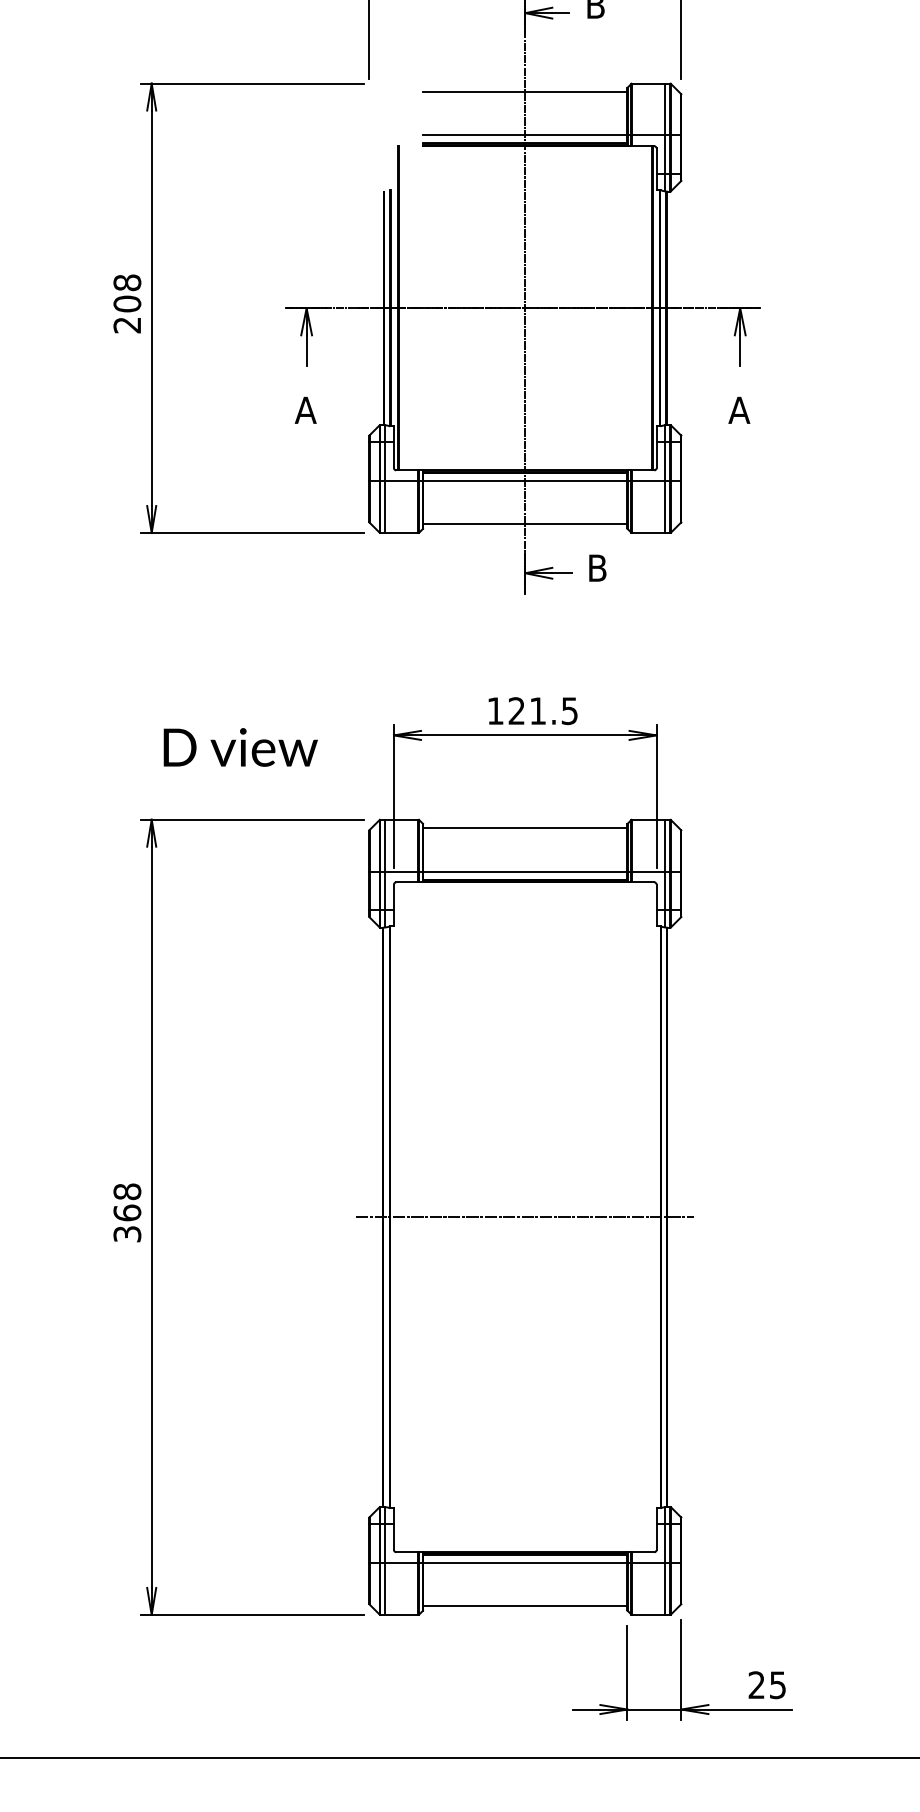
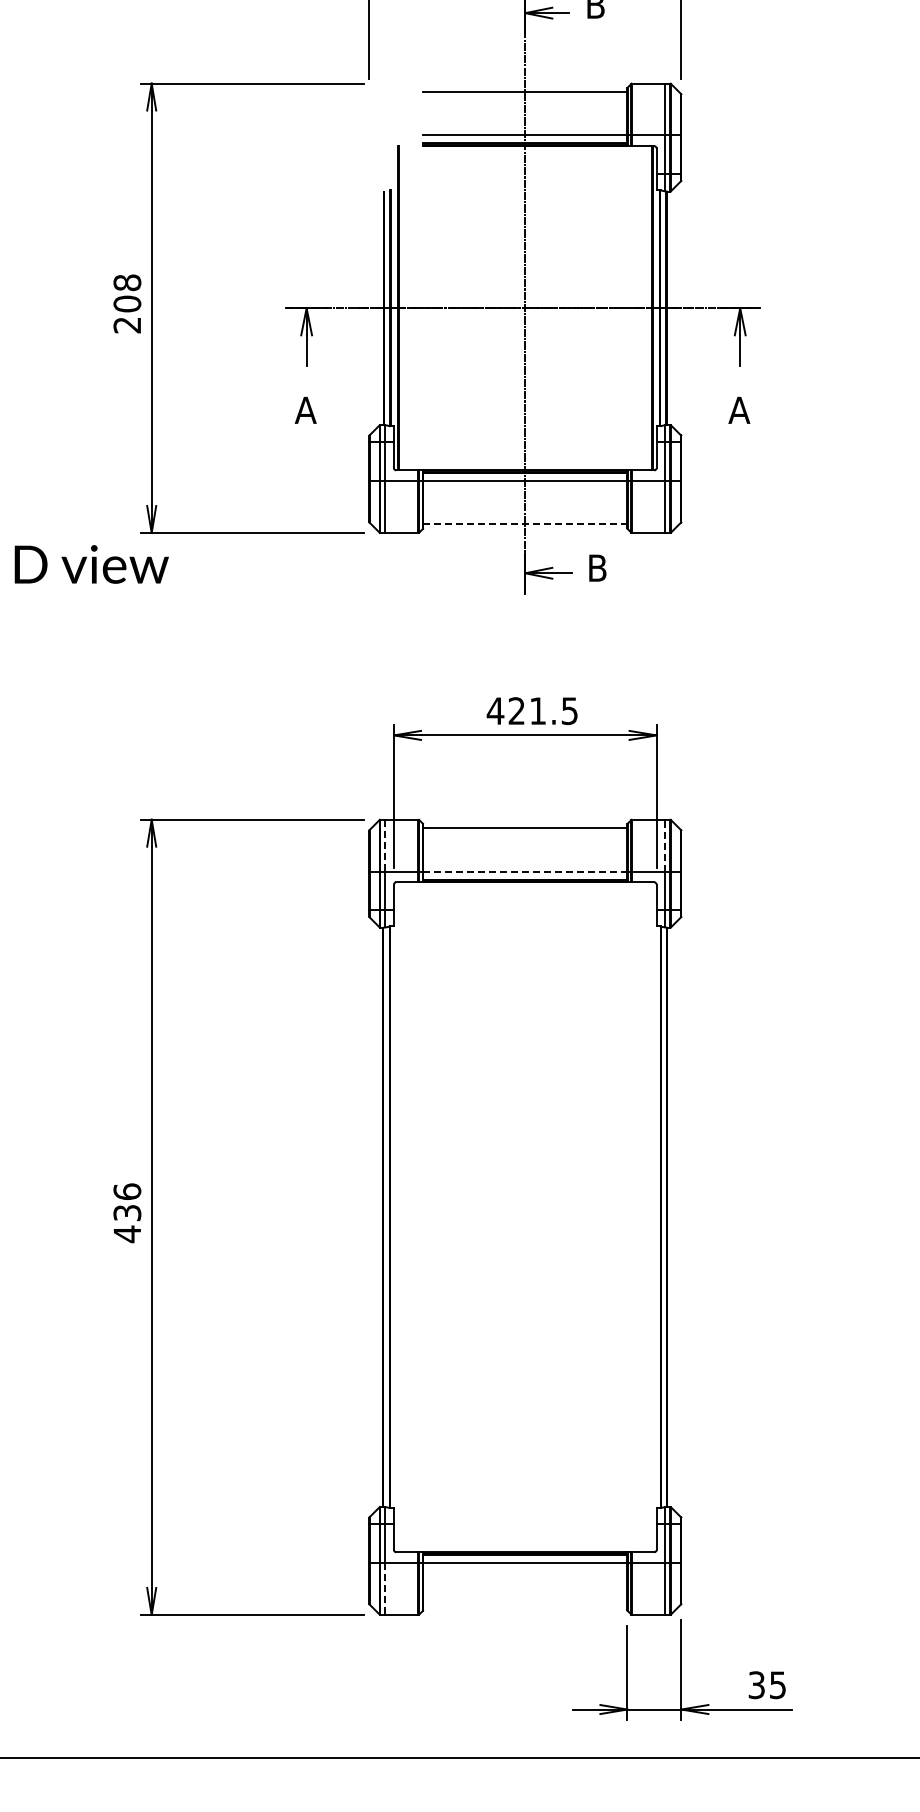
line at (525, 524): solid -> dashed
text at (495, 710): 121.5 -> 421.5
text at (240, 747) position: (240, 747) -> (91, 564)
line at (385, 845): solid -> dashed
line at (665, 845): solid -> dashed
line at (525, 871): solid -> dashed
text at (127, 1213): 368 -> 436
line at (525, 1217): present -> none
line at (385, 1588): solid -> dashed
line at (525, 1606): present -> none
text at (756, 1685): 25 -> 35
